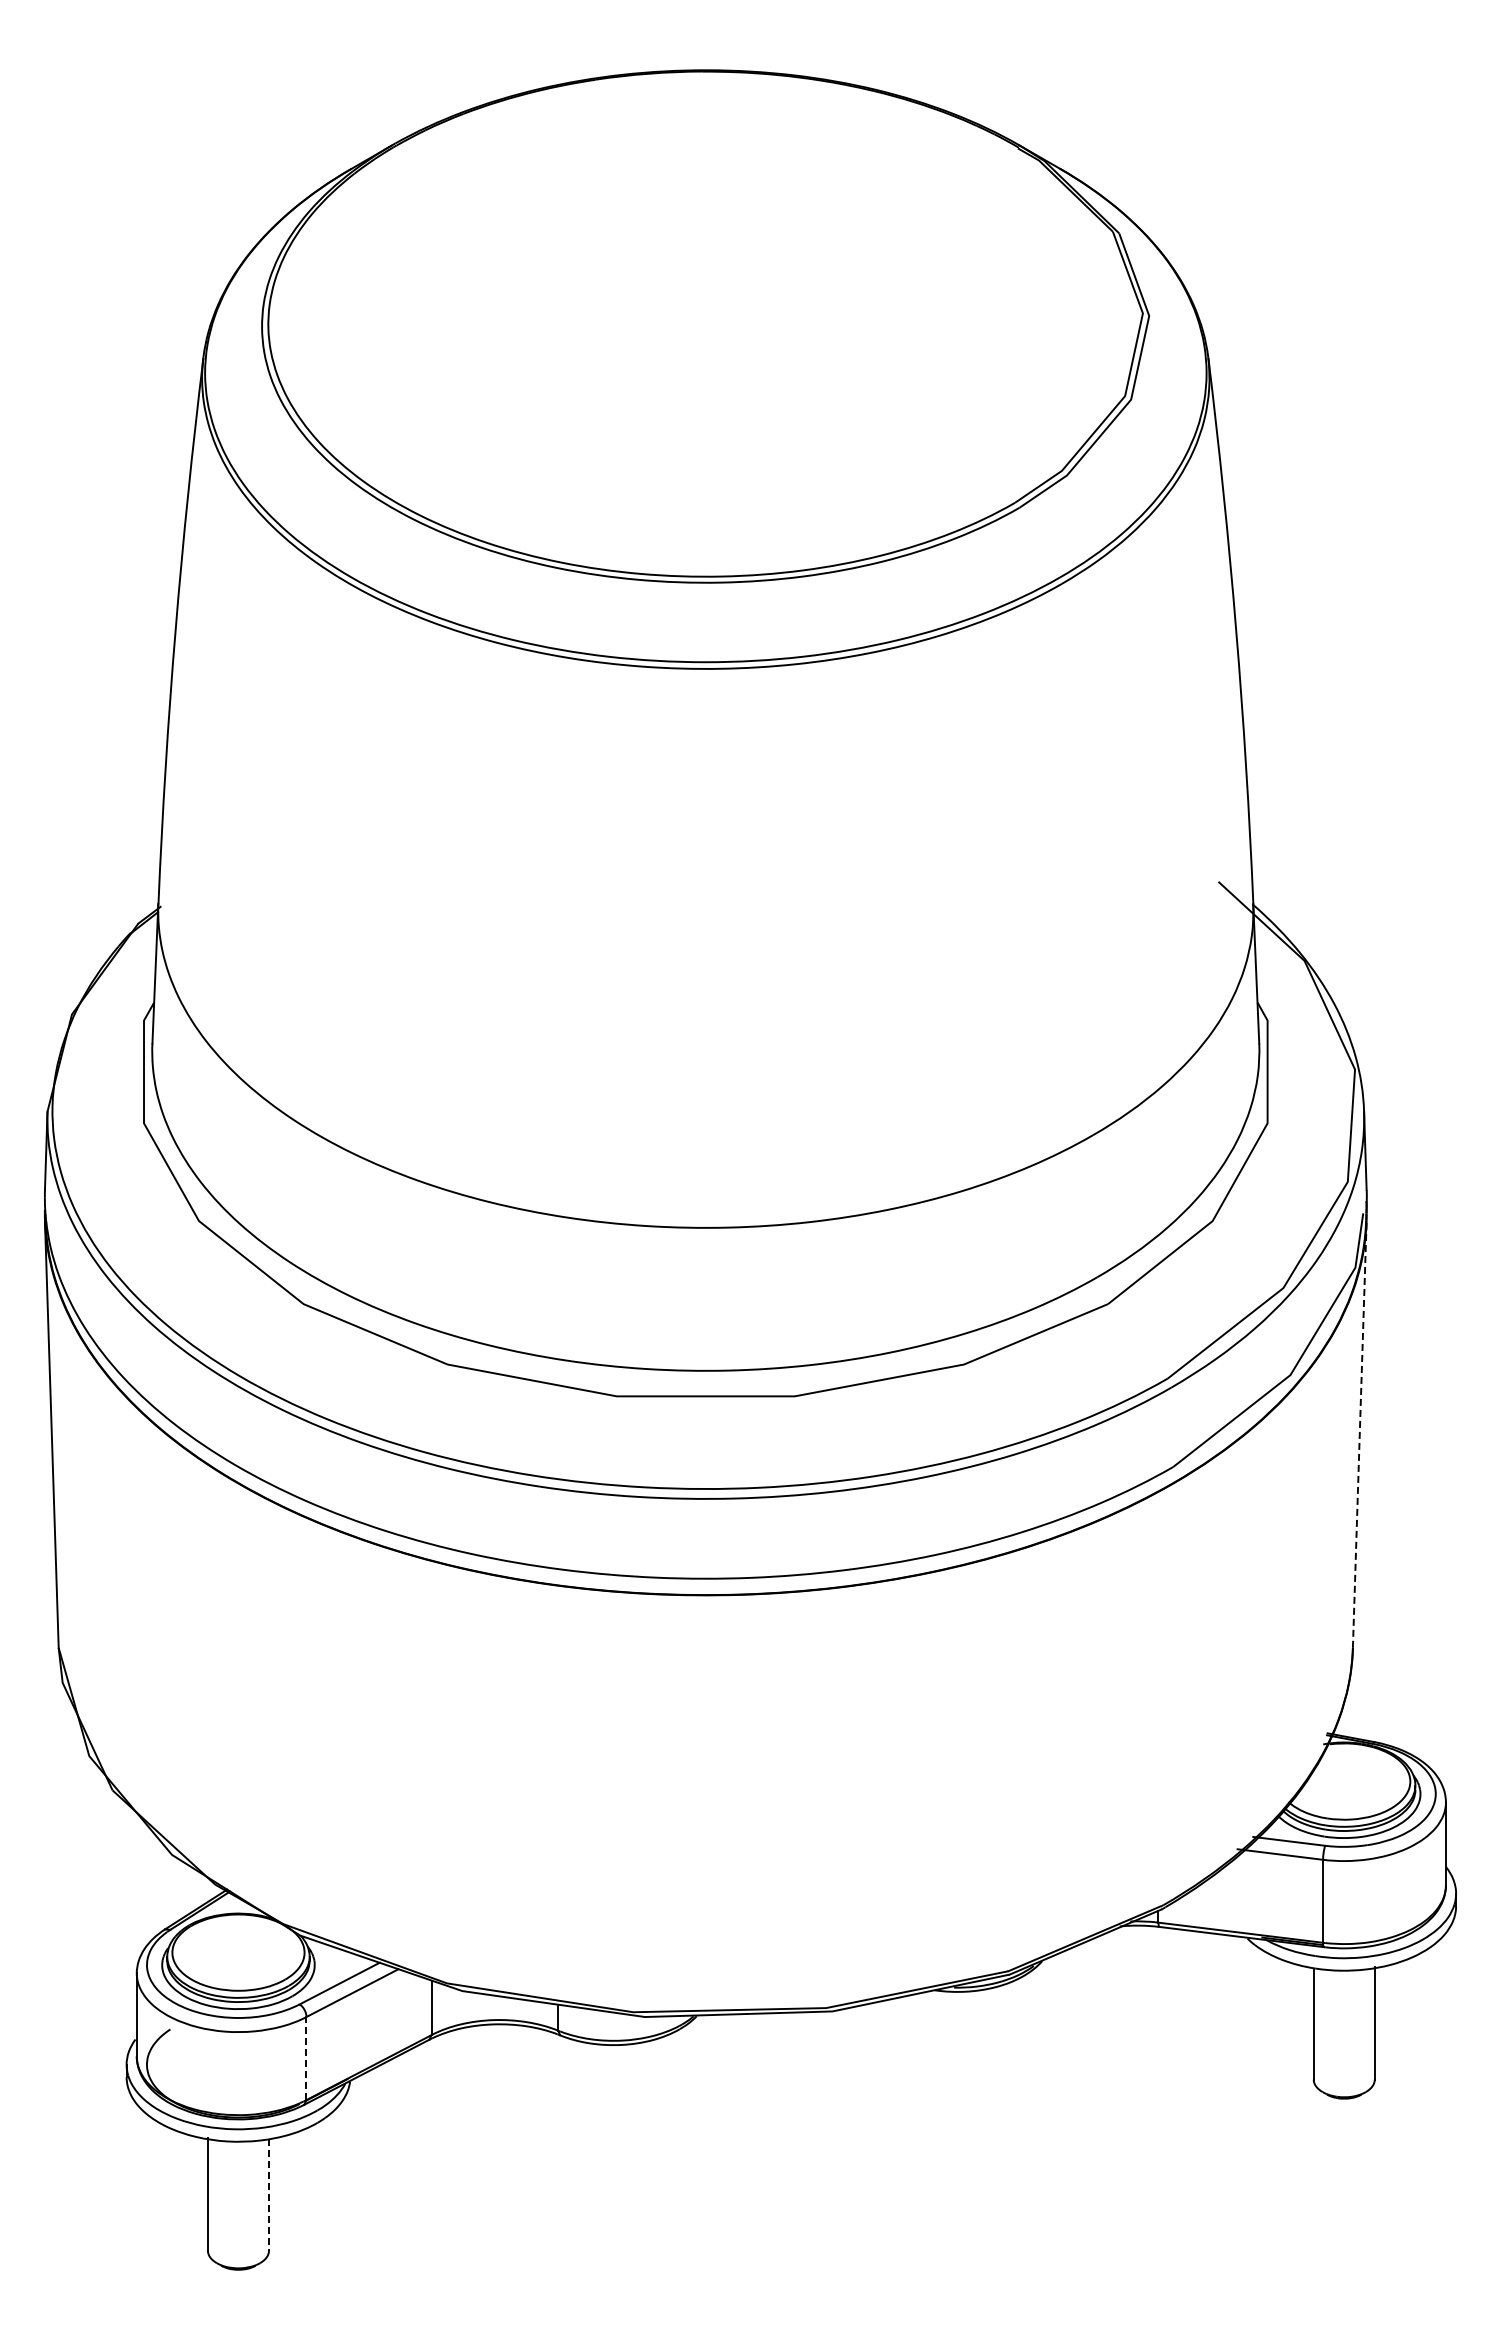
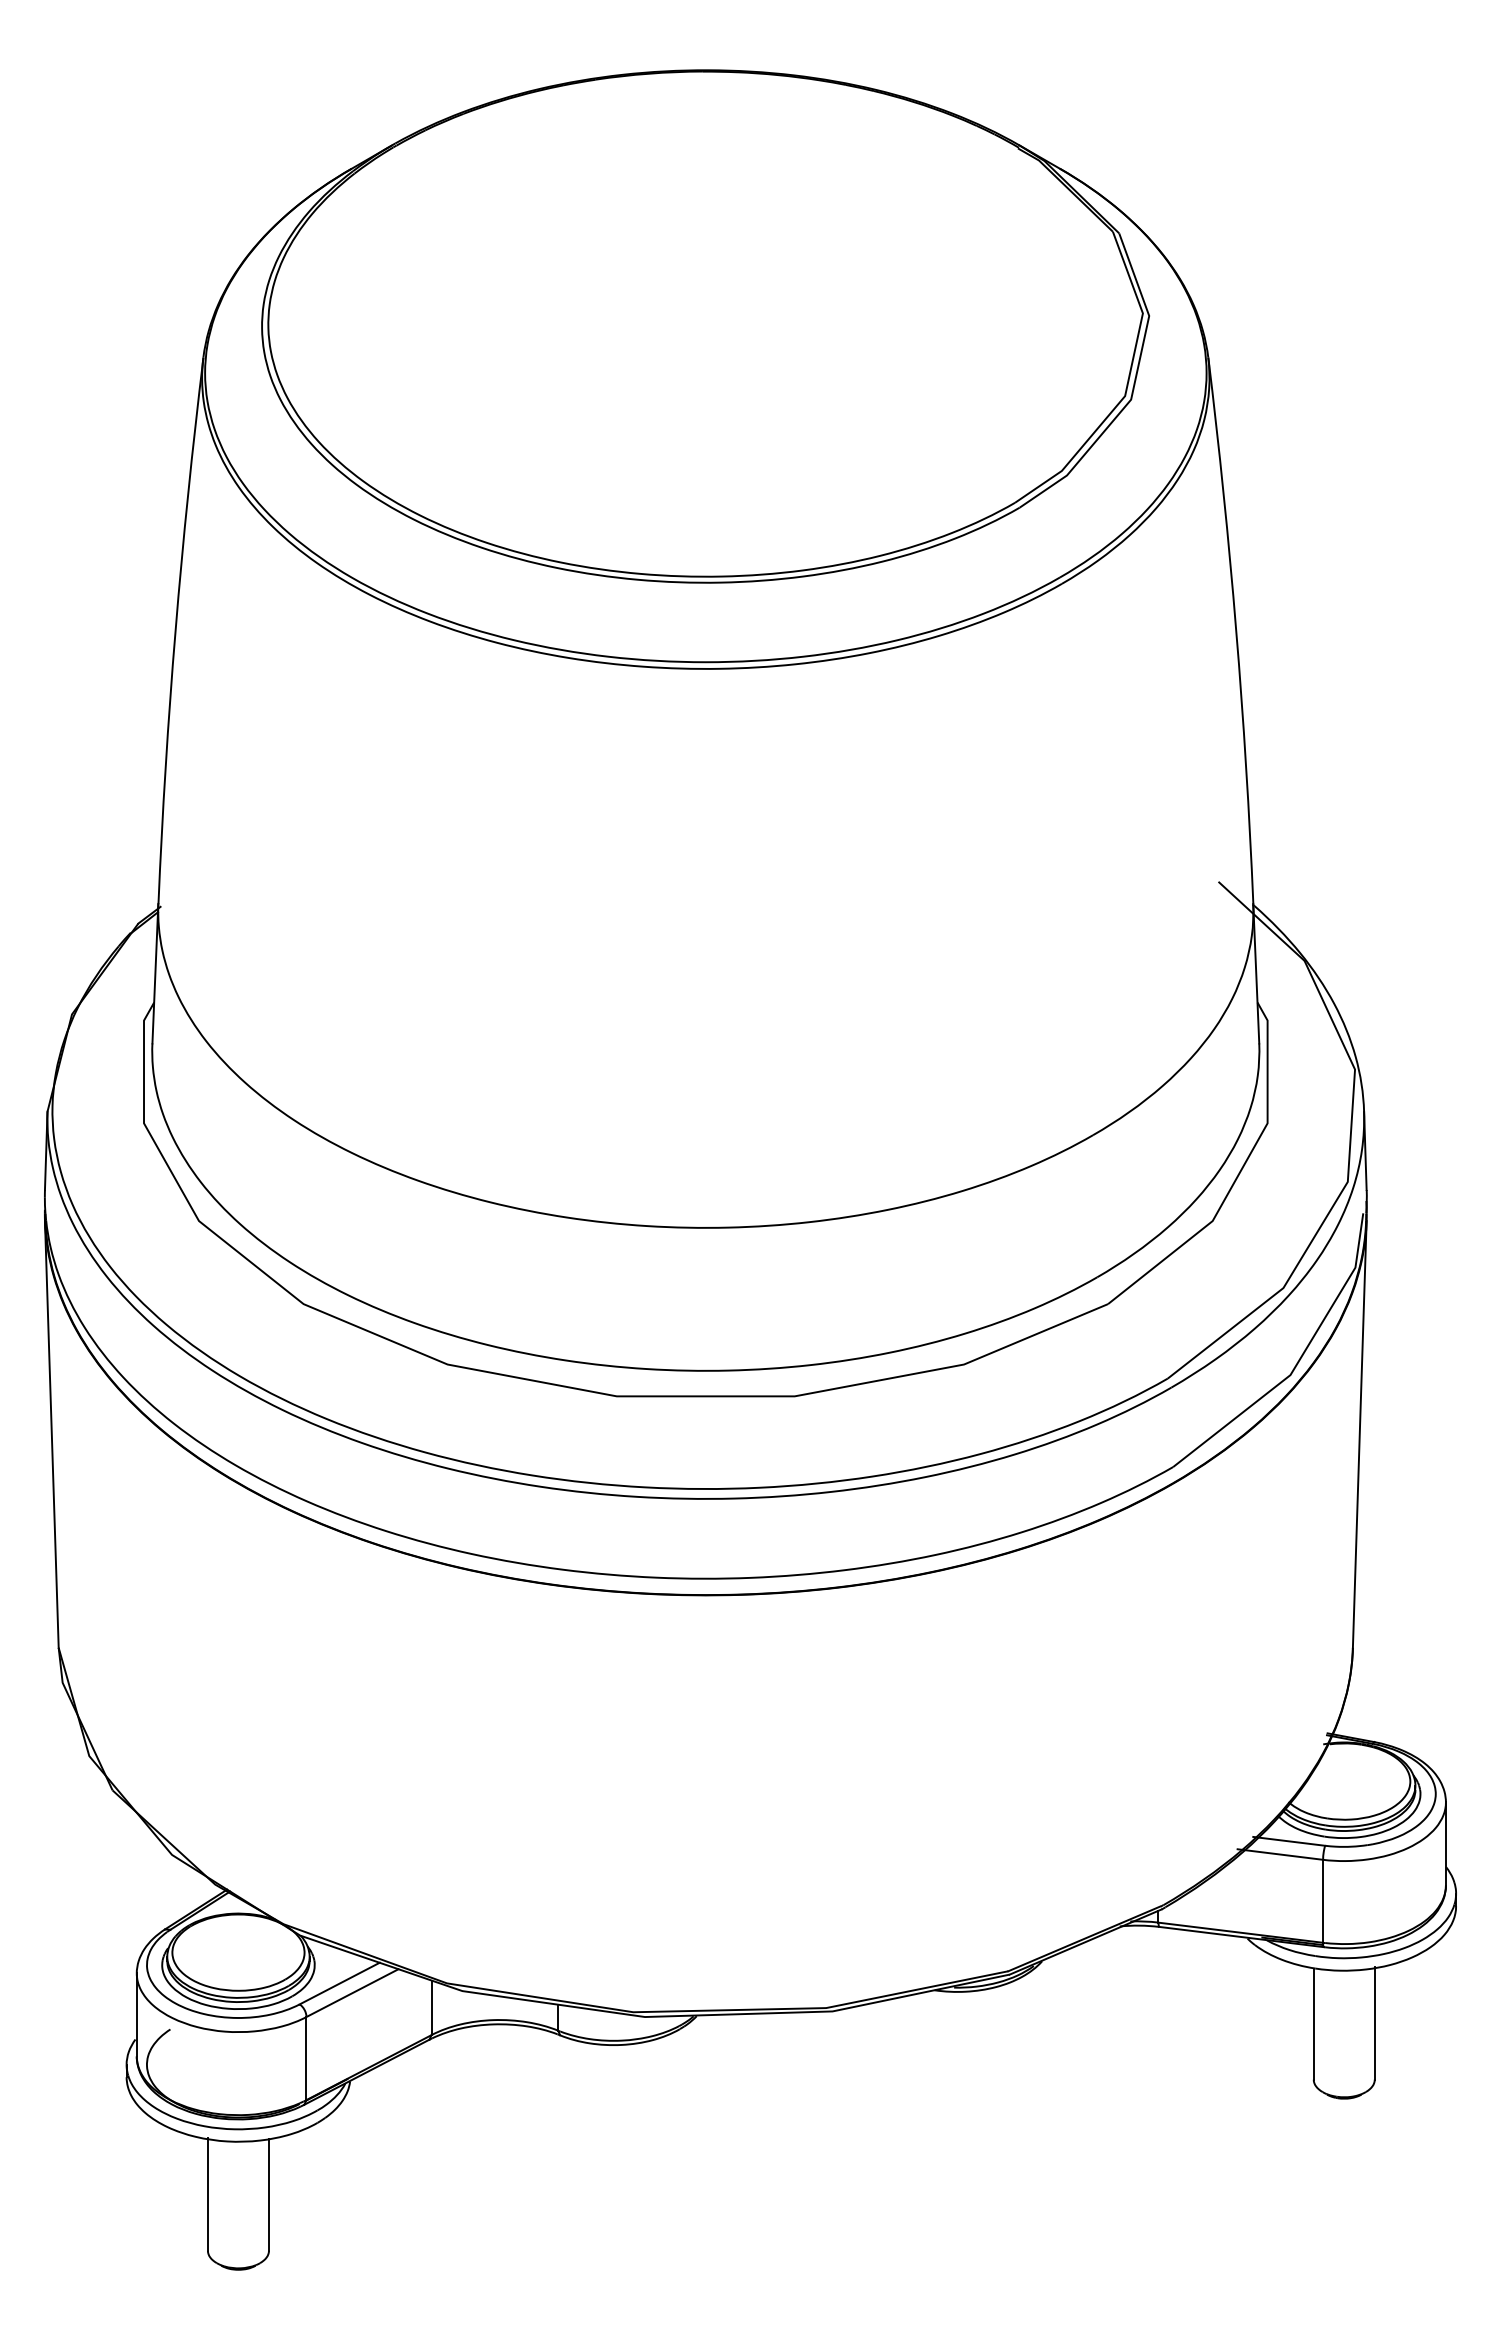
line at (1359, 1434): dashed -> solid
line at (306, 2058): dashed -> solid
line at (268, 2195): dashed -> solid
